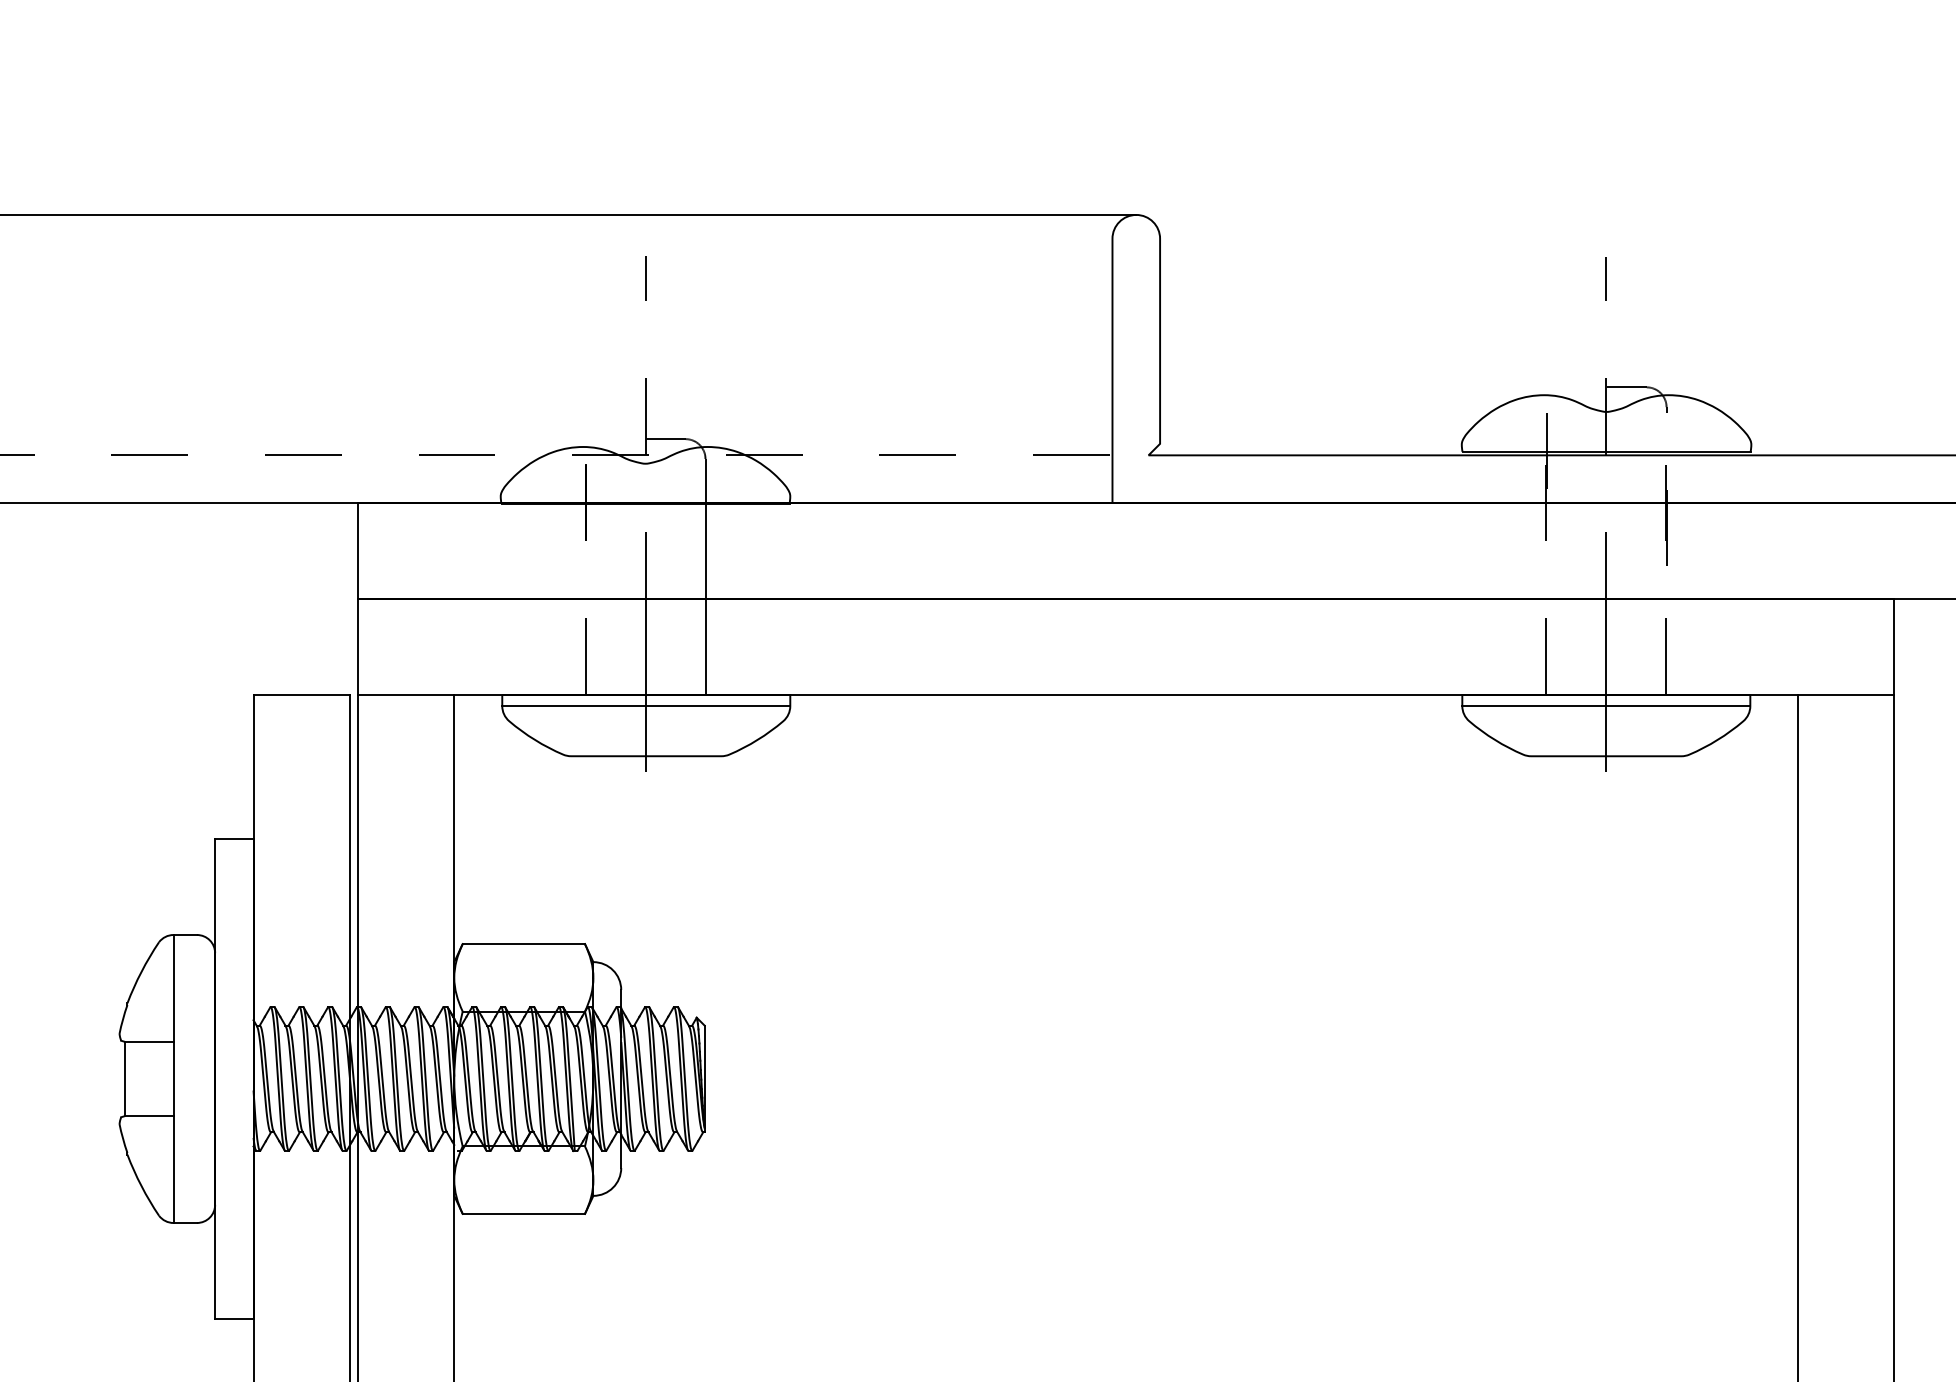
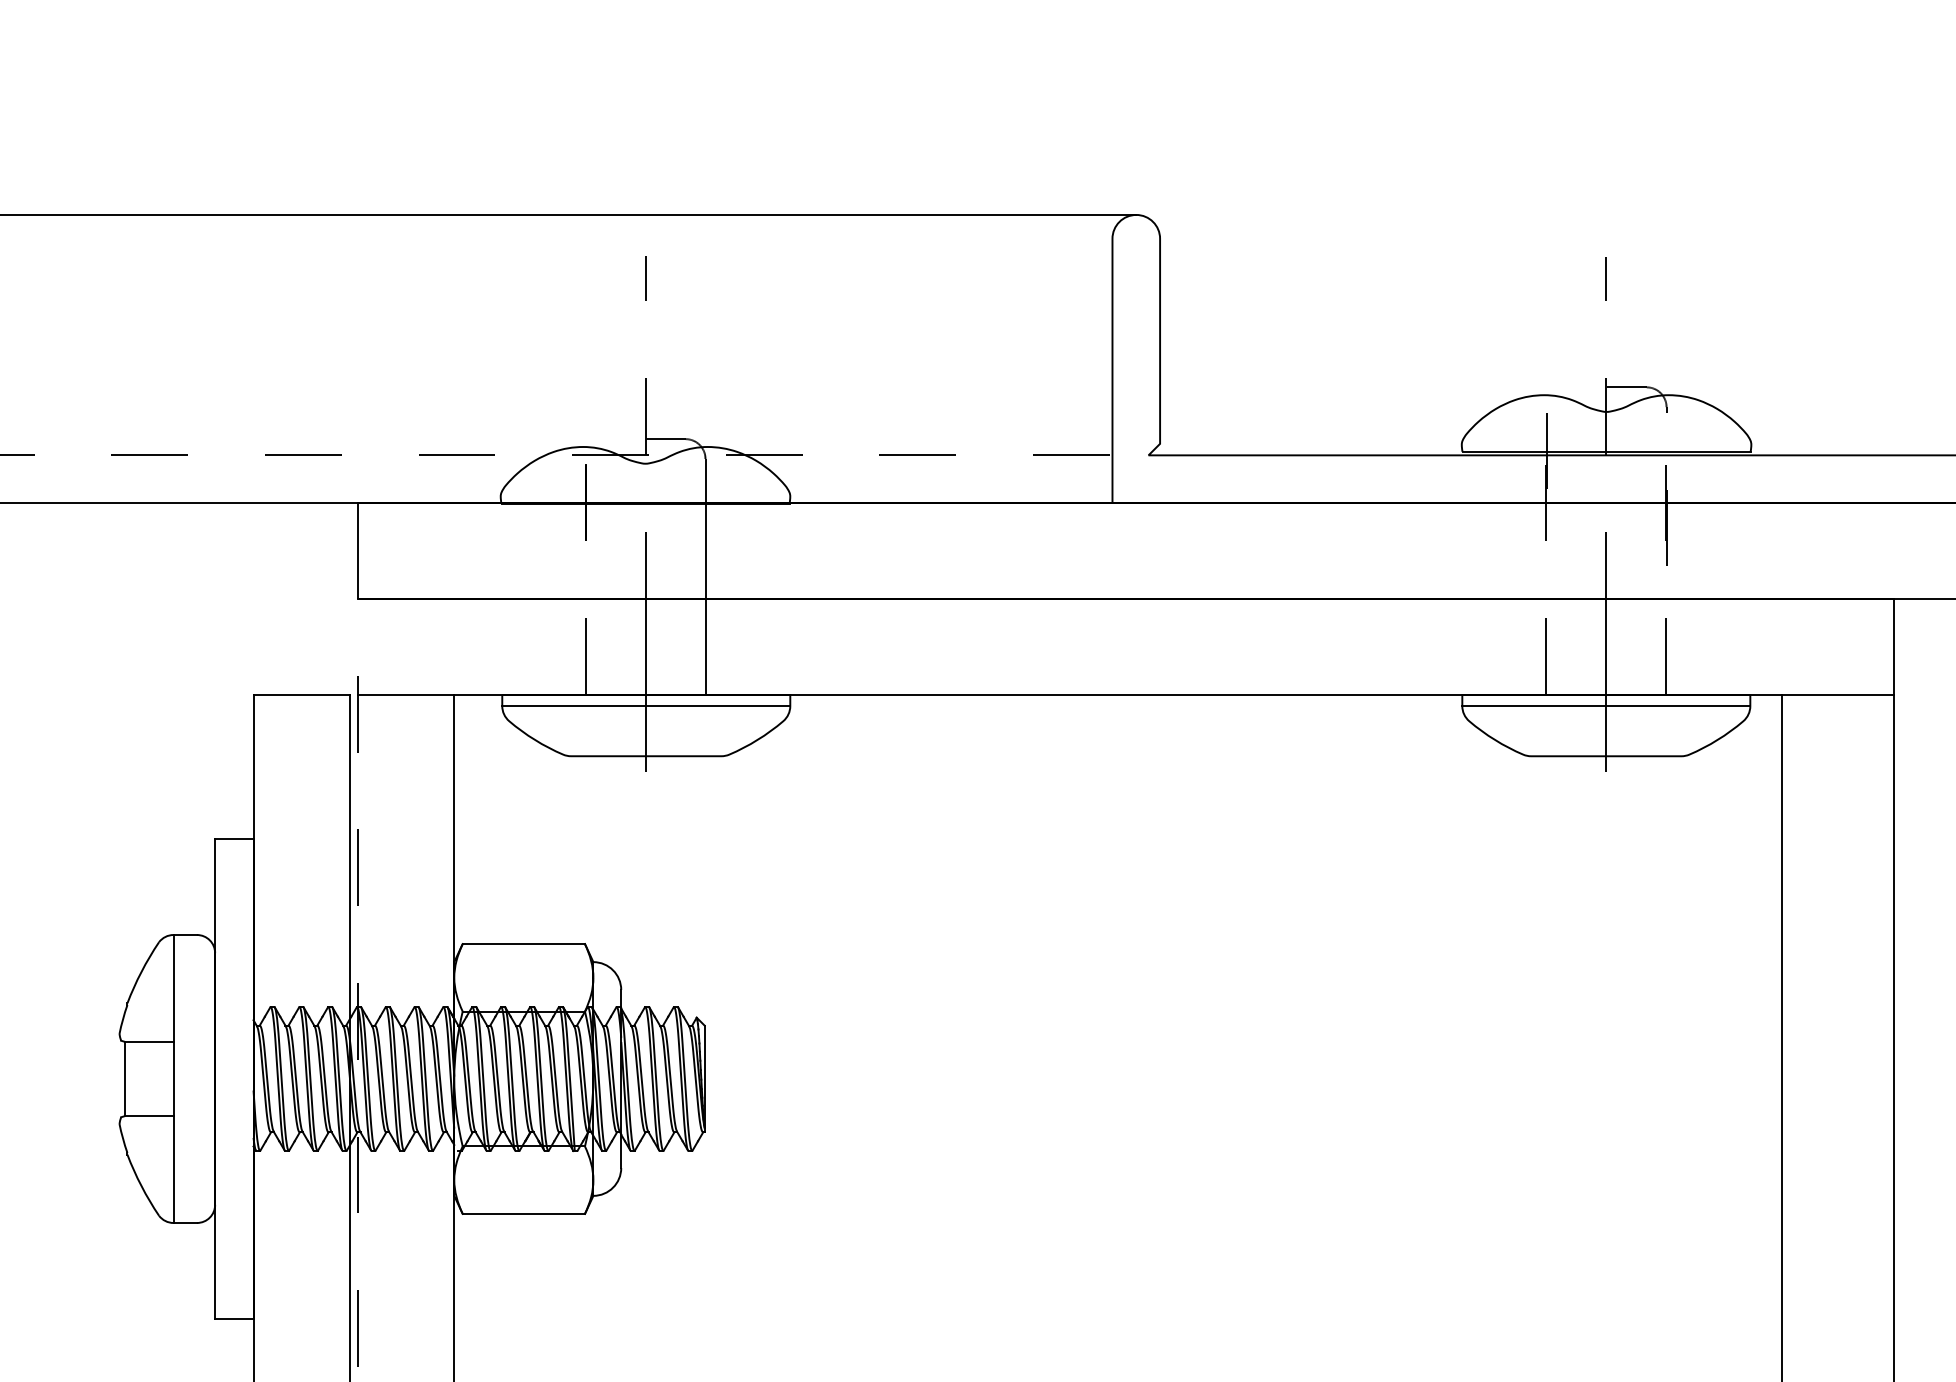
line at (358, 989): solid -> dashed
line at (1798, 1036) position: (1798, 1036) -> (1782, 1036)
